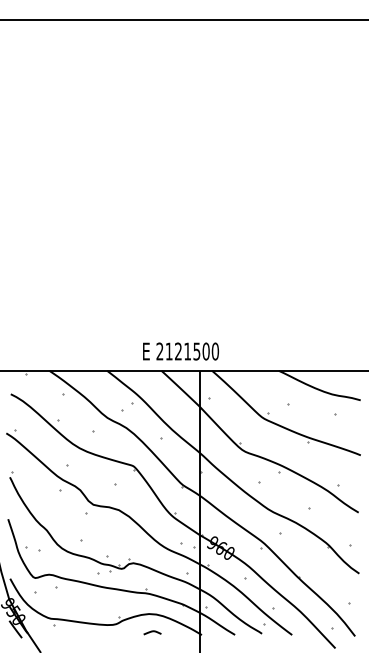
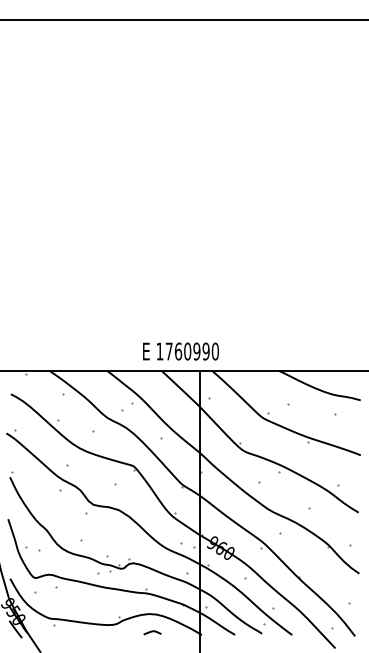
text at (182, 351): 2121500 -> 1760990
